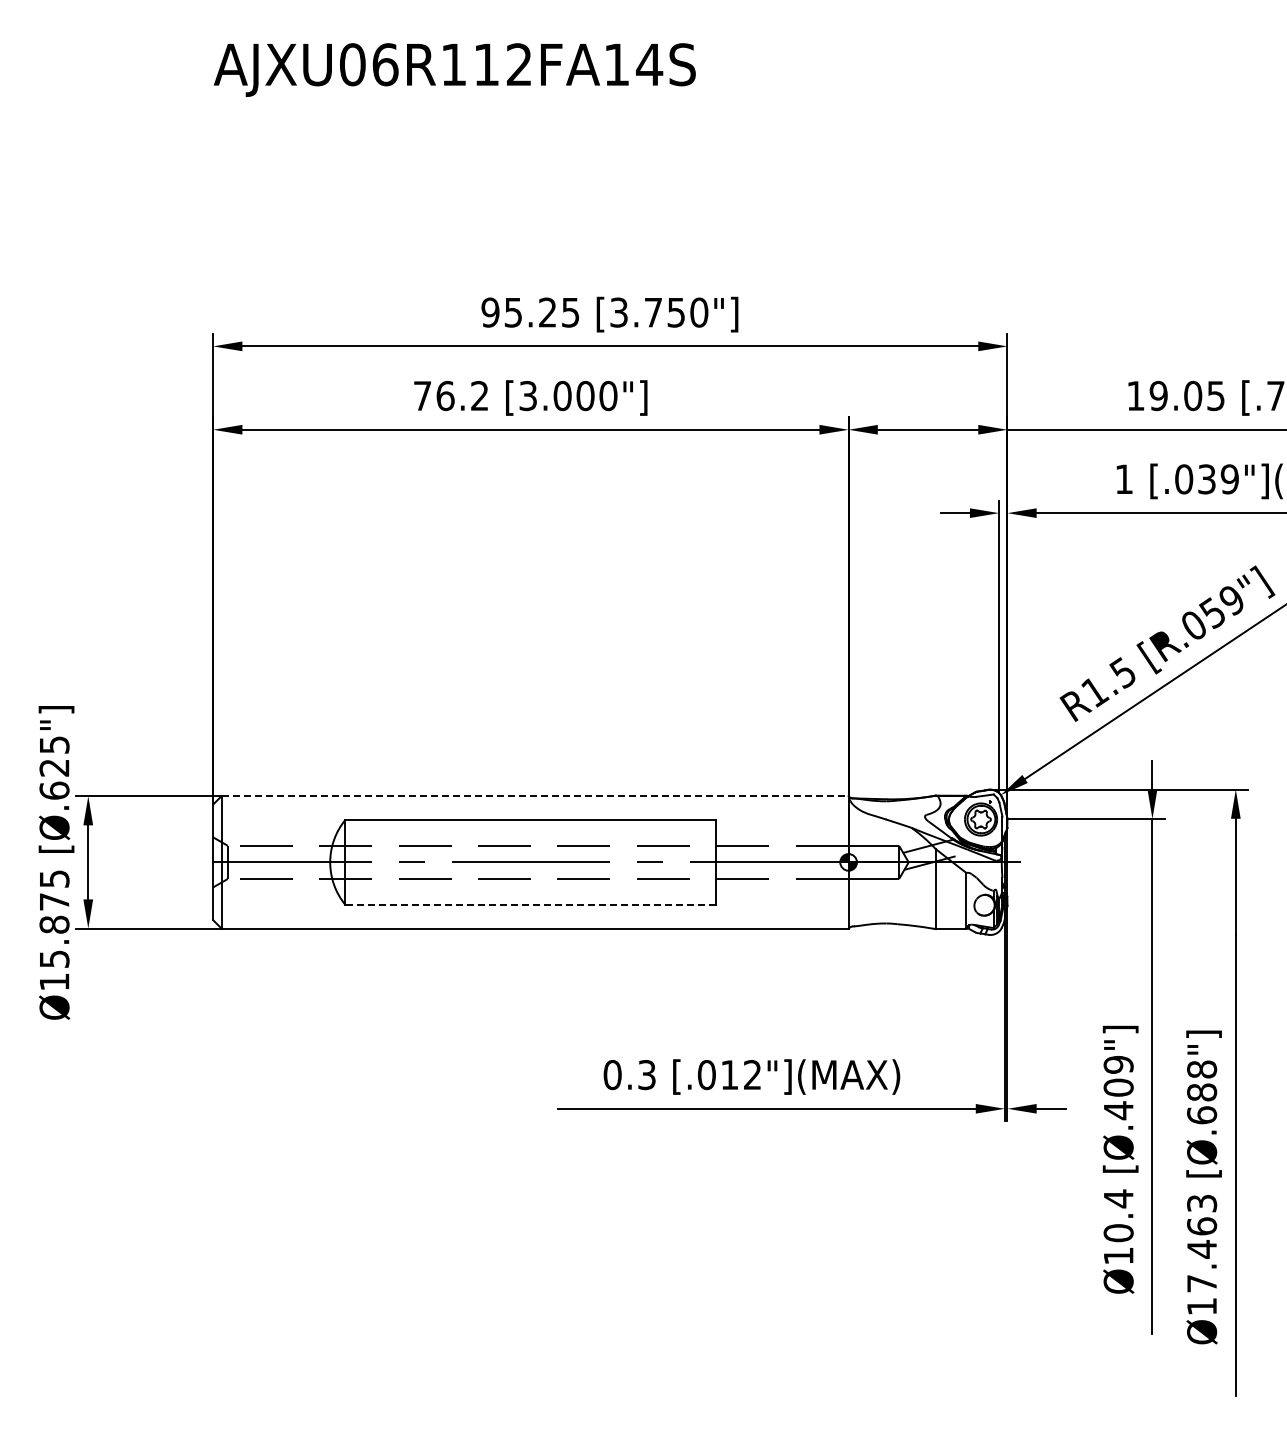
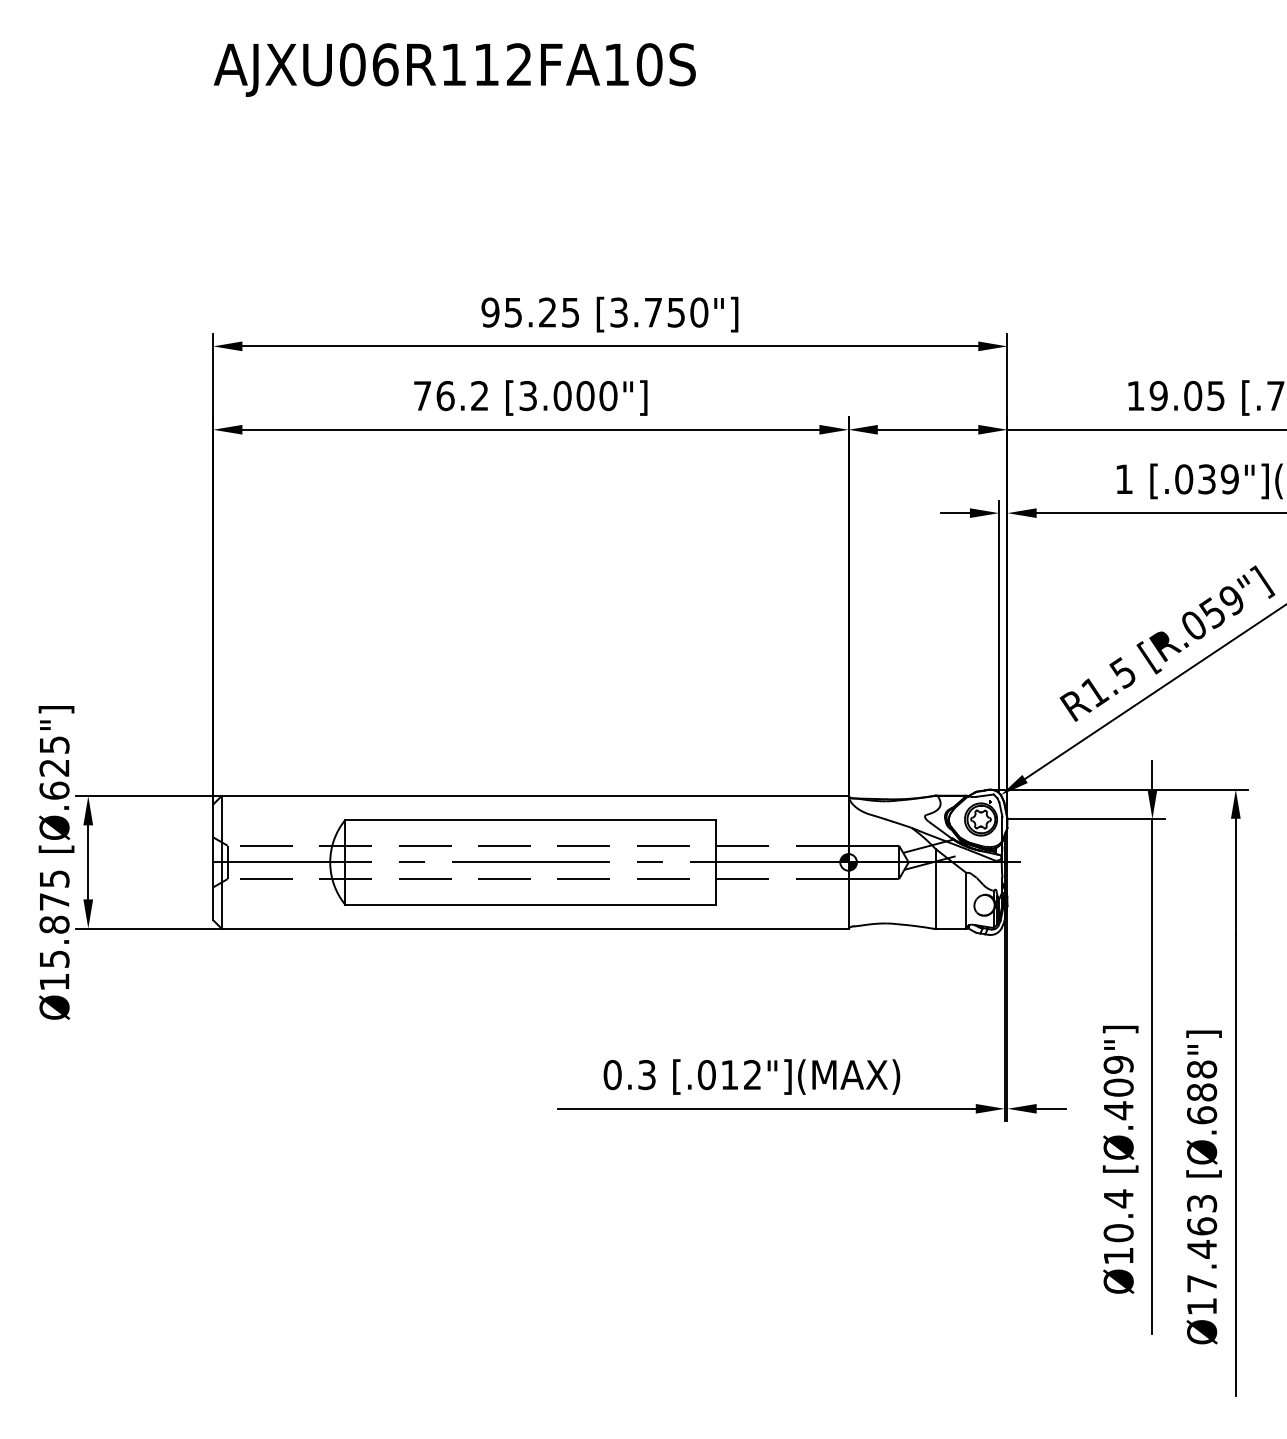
text at (649, 64): AJXU06R112FA14S -> AJXU06R112FA10S
line at (535, 796): dashed -> solid
line at (530, 904): dashed -> solid
